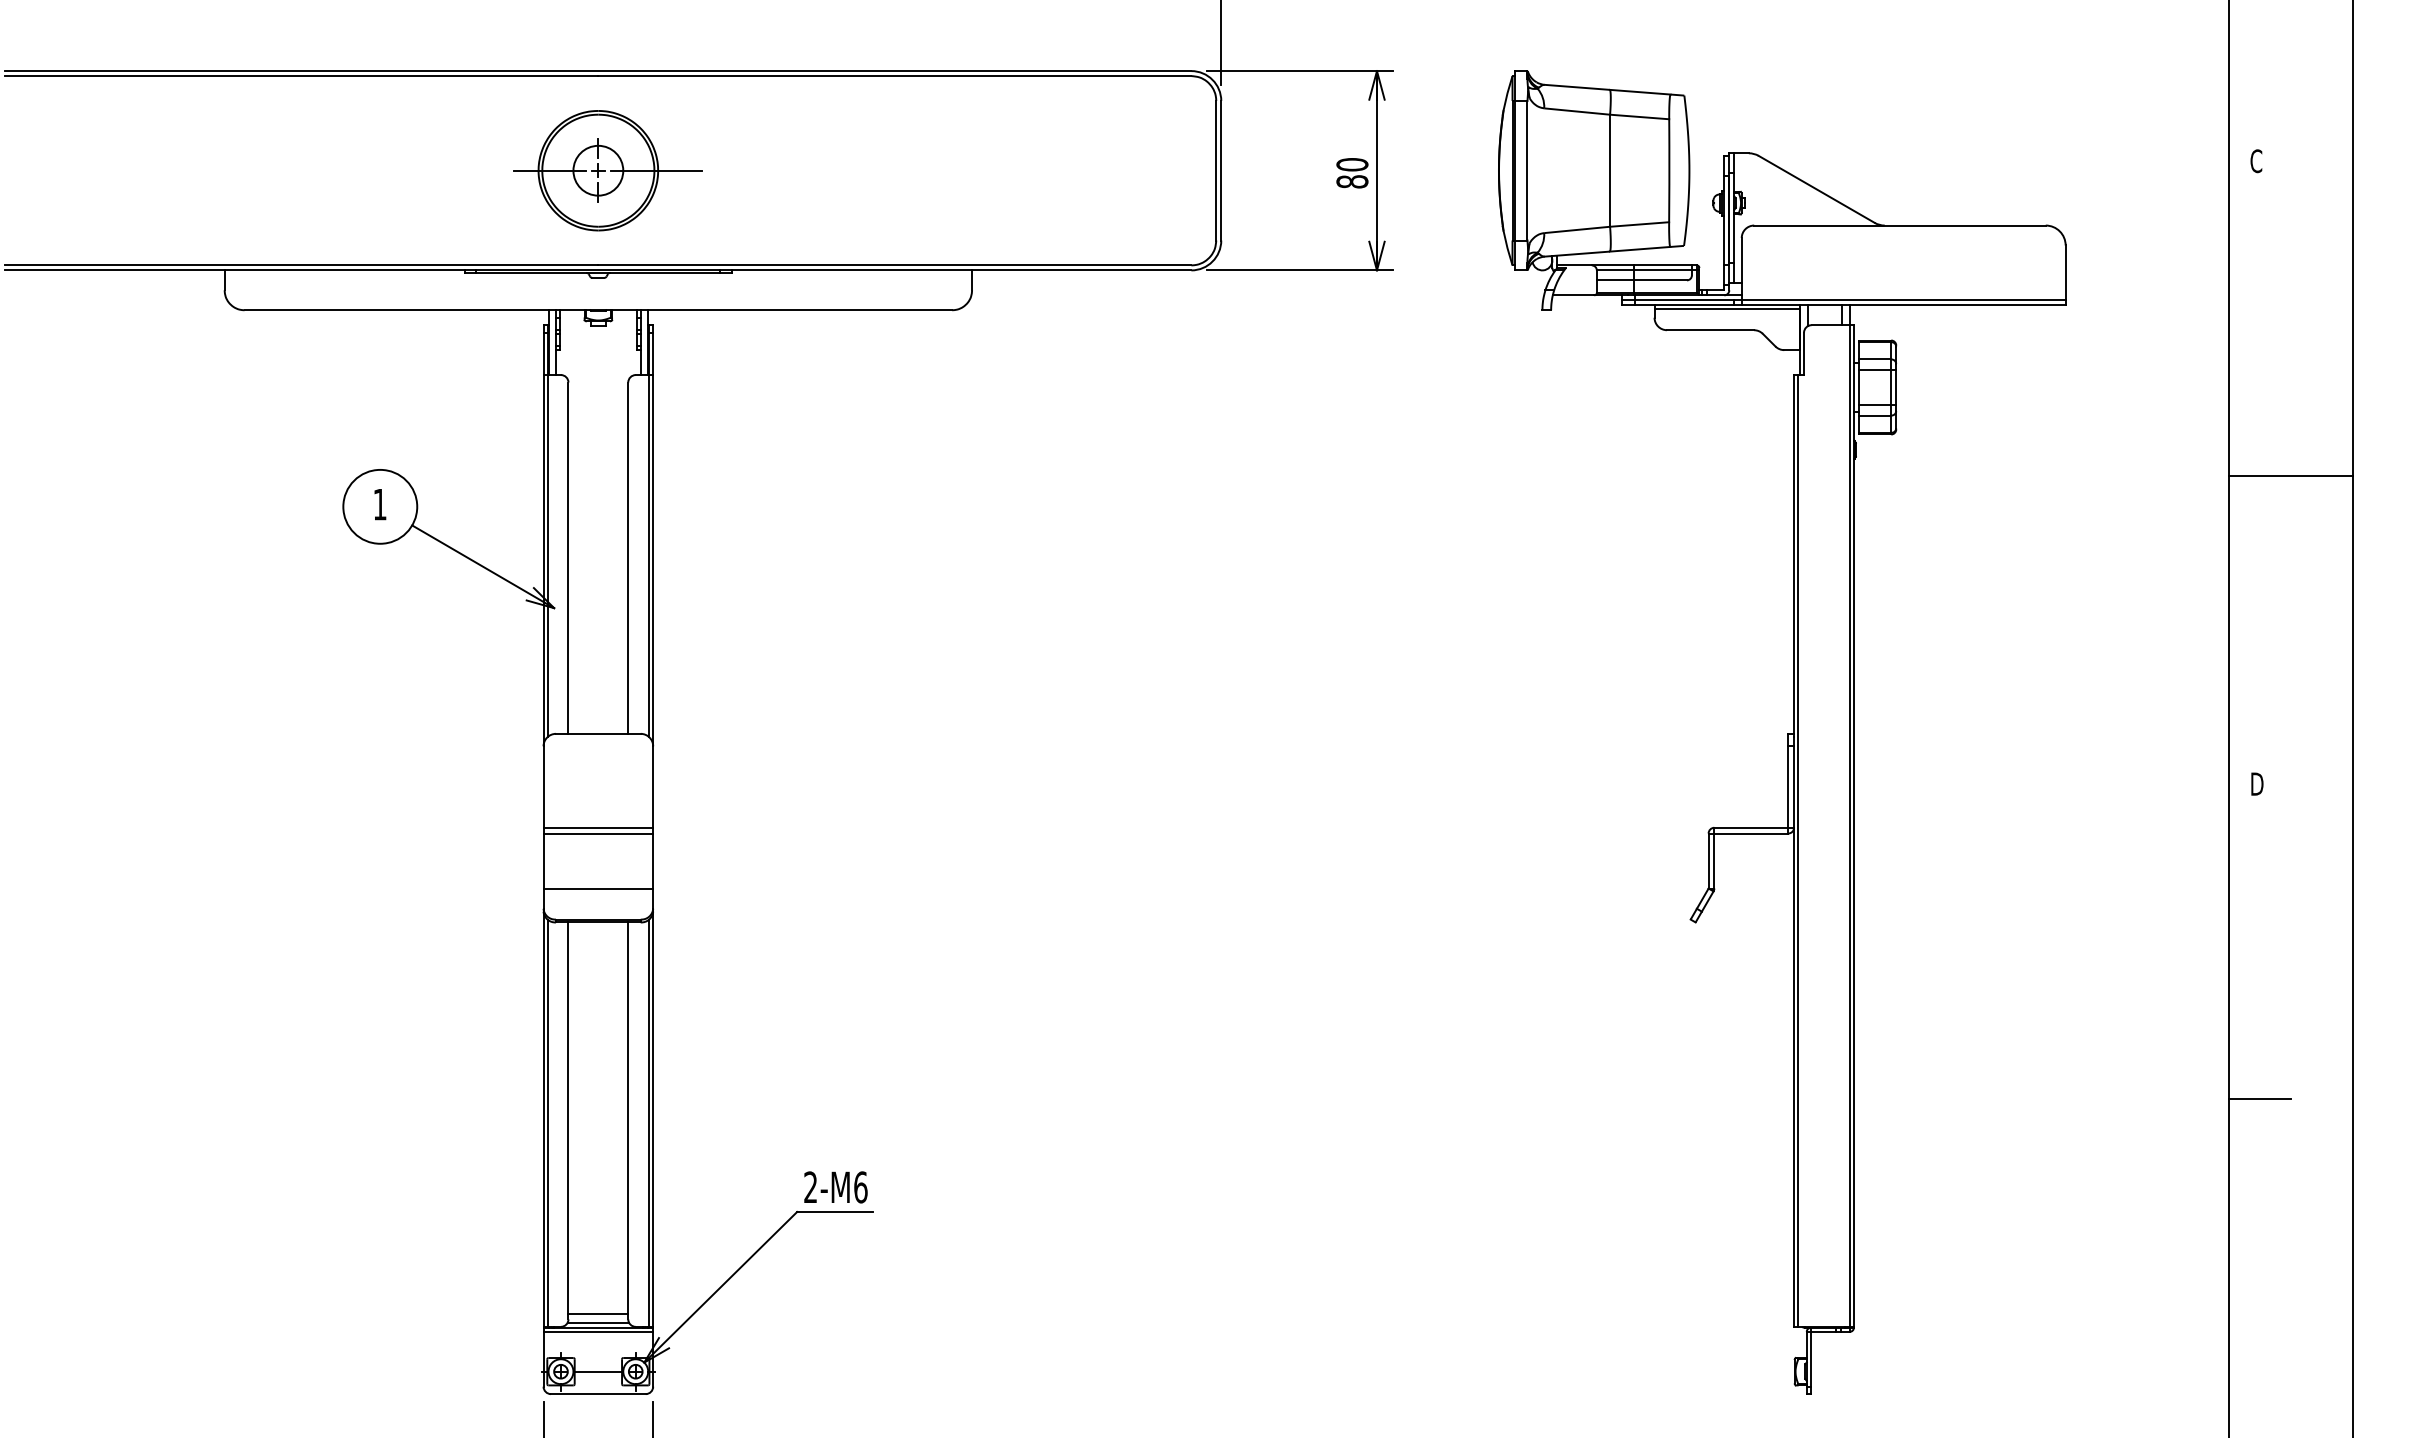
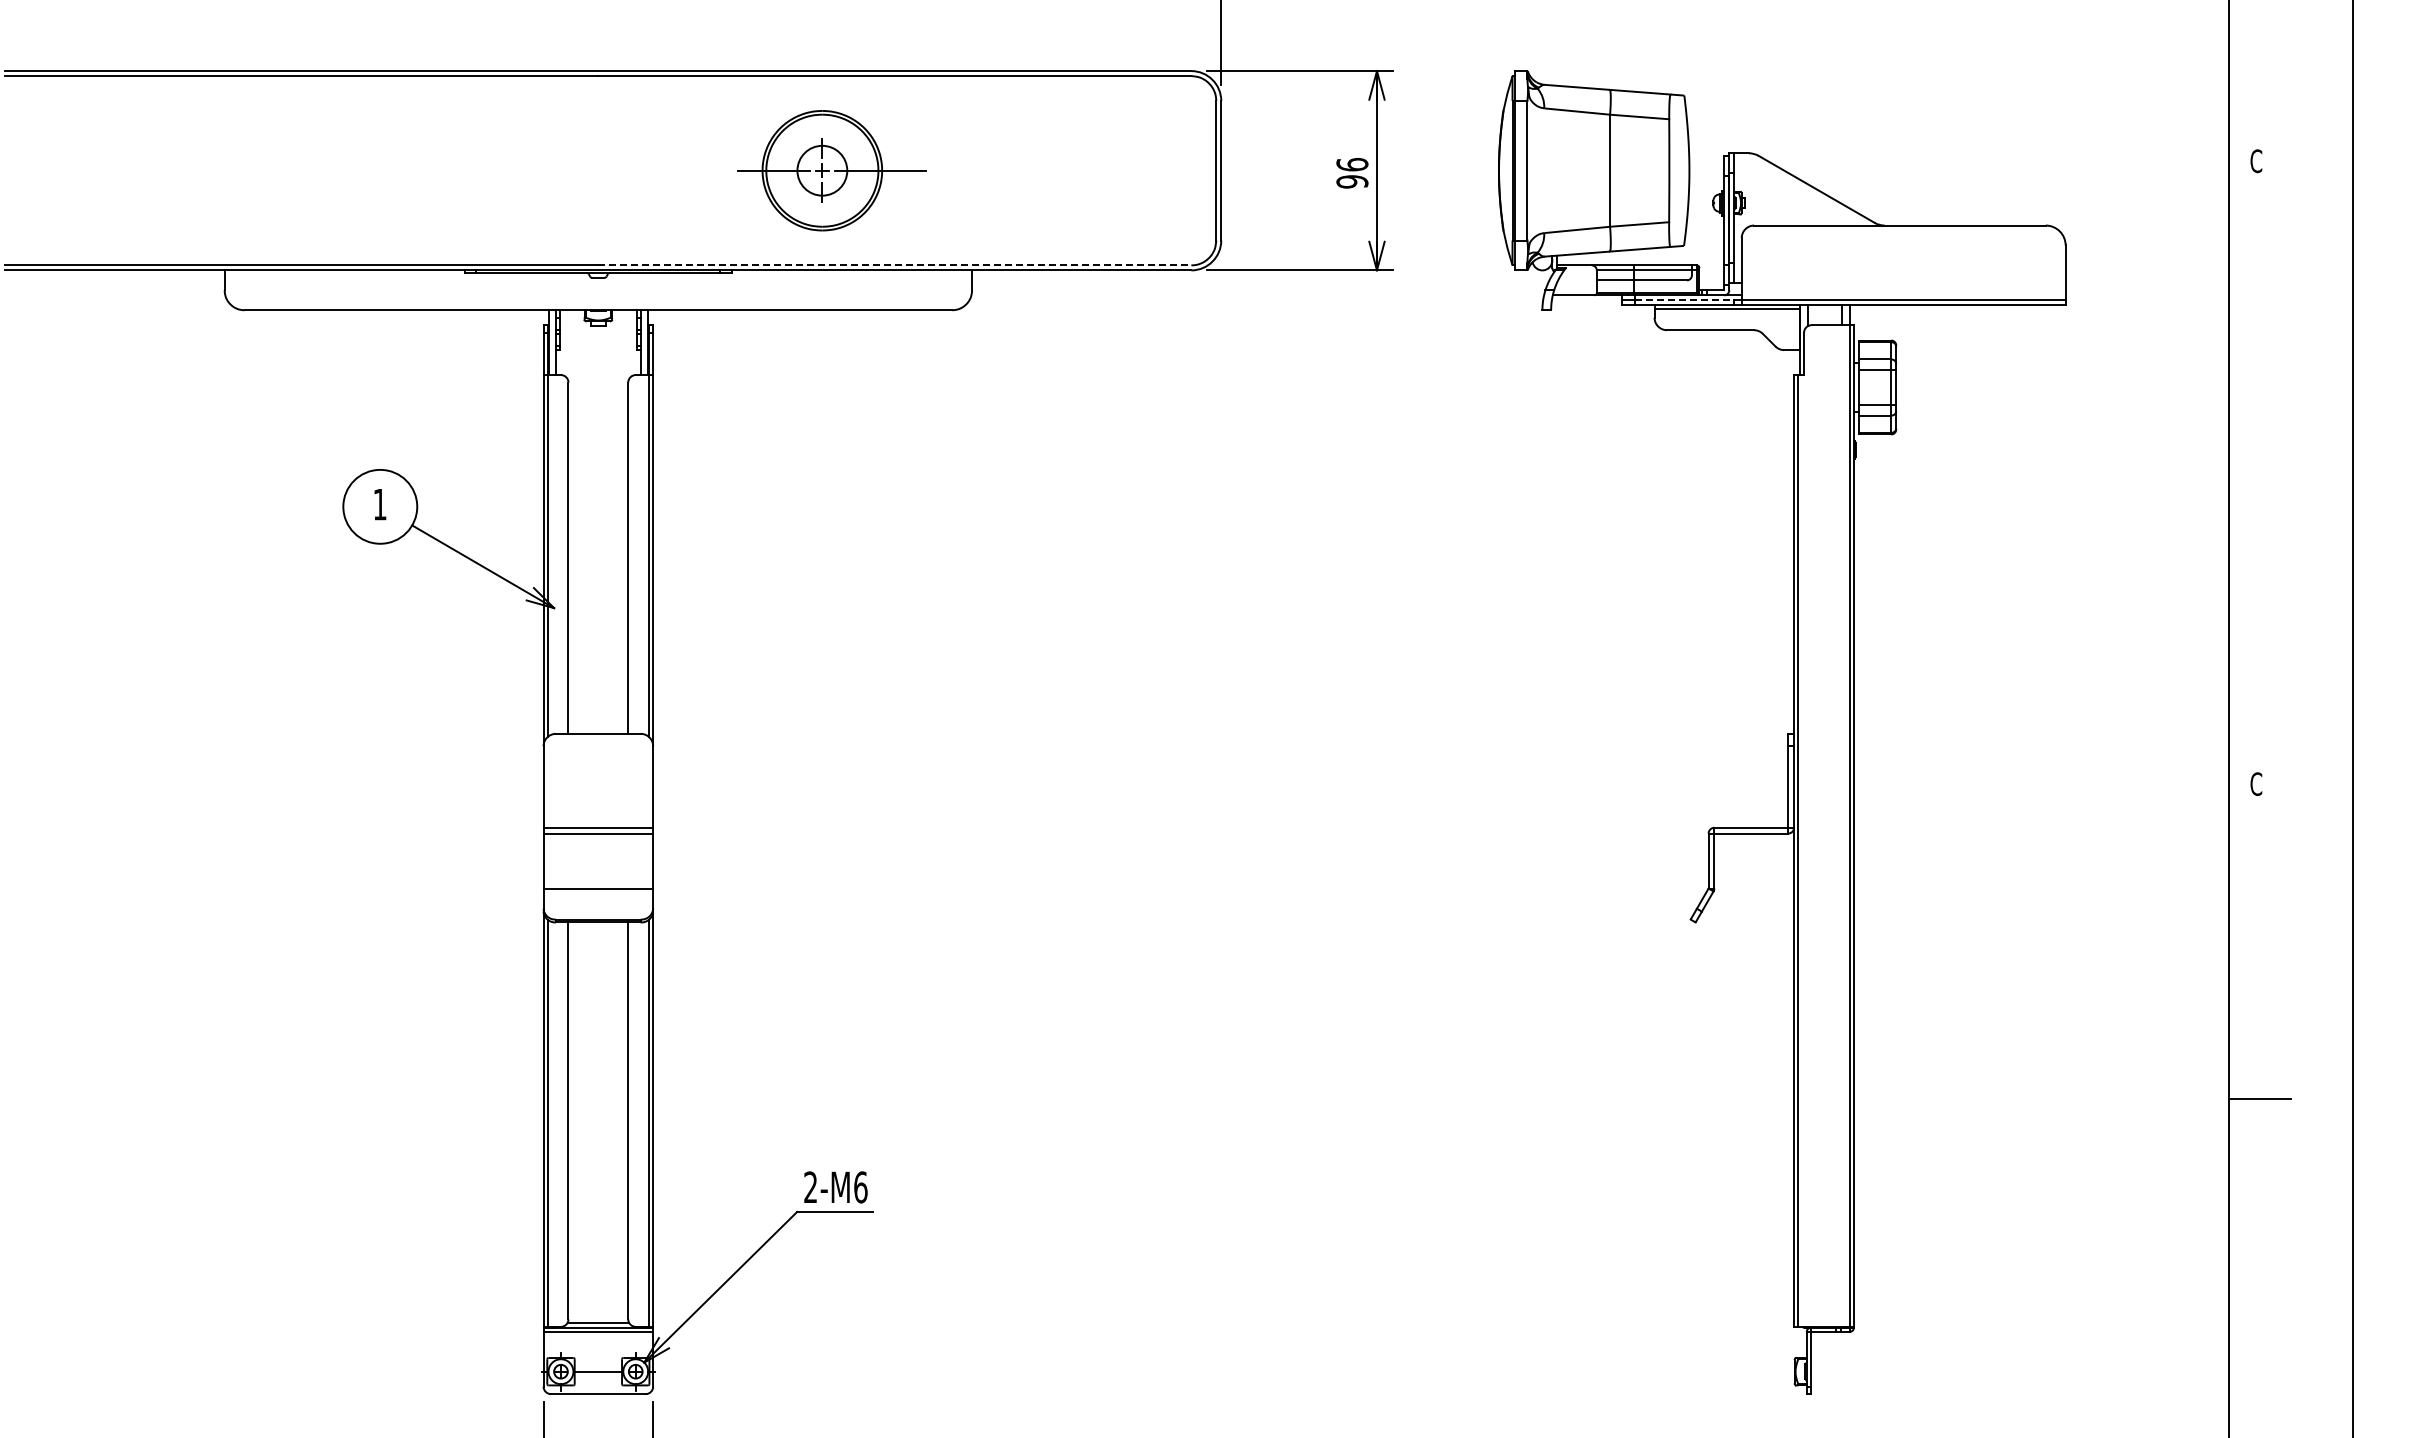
part at (607, 170) position: (607, 170) -> (831, 170)
text at (1352, 172): 80 -> 96
line at (894, 265): solid -> dashed
line at (1684, 300): solid -> dashed
line at (2290, 475): present -> none
text at (2256, 784): D -> C
line at (598, 1314): present -> none
